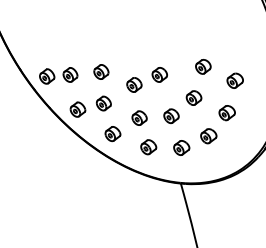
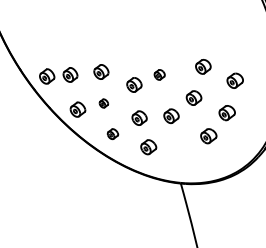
part at (159, 74) size: 17x16 px -> 13x12 px
part at (103, 103) size: 16x17 px -> 11x11 px
part at (112, 134) size: 18x17 px -> 14x13 px
part at (181, 147): present -> none
